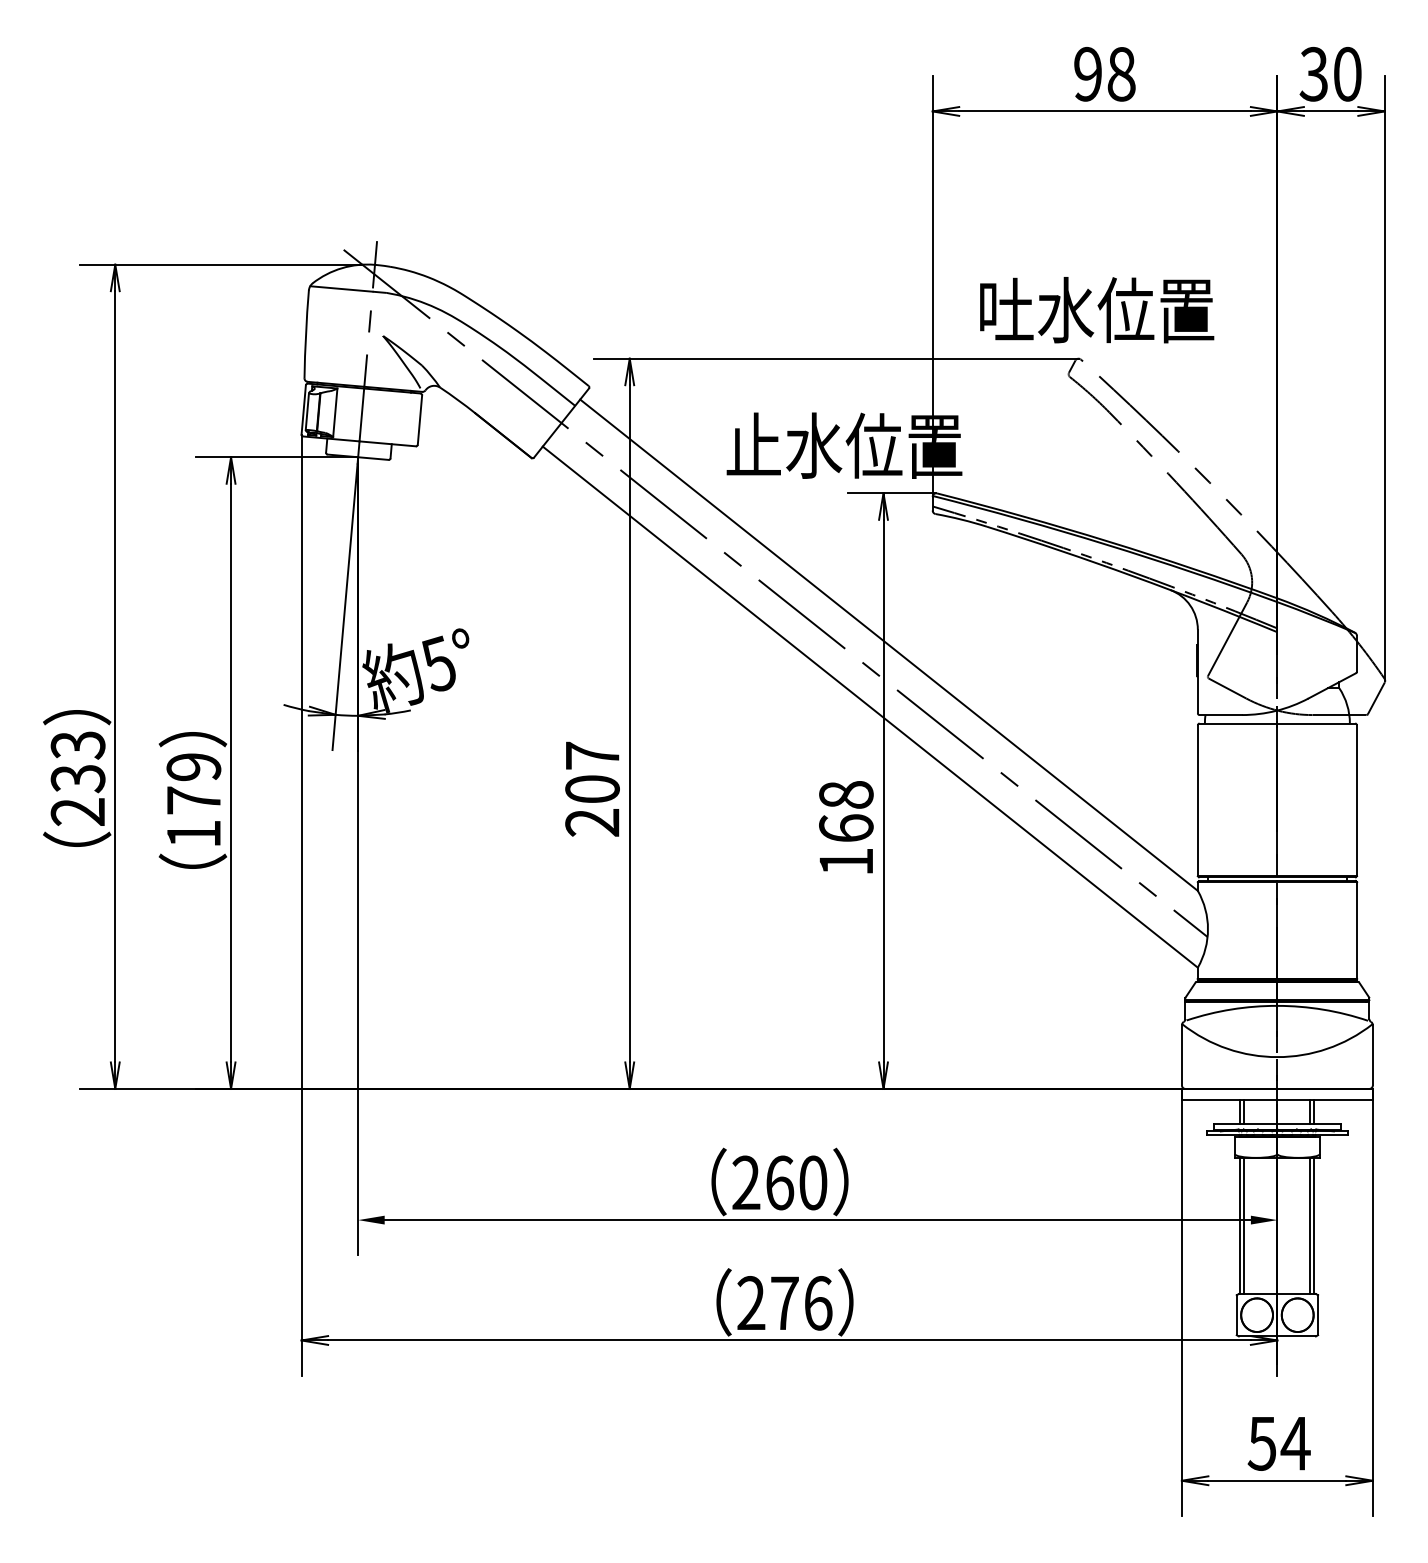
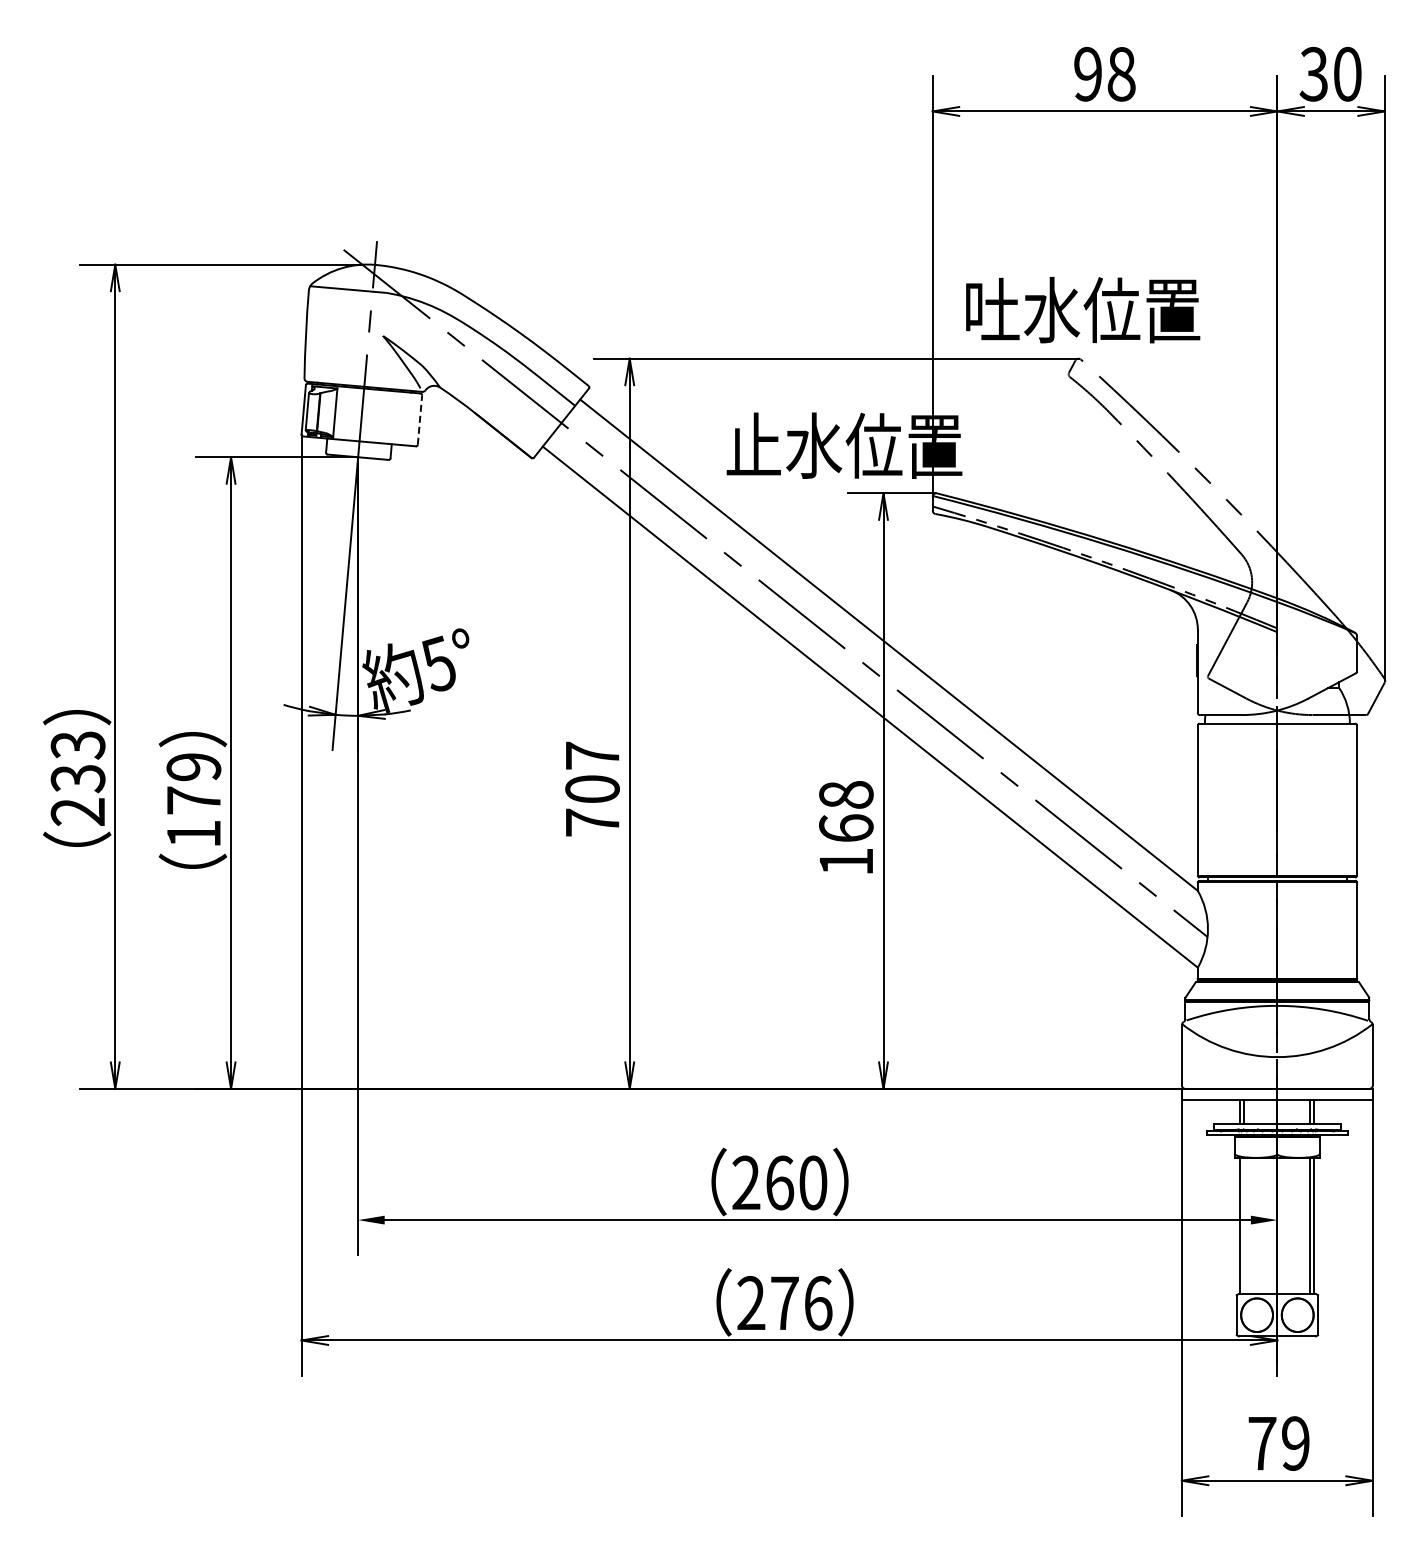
text at (1097, 310) position: (1097, 310) -> (1083, 310)
line at (419, 420): solid -> dashed
text at (592, 822): 207 -> 707
line at (1244, 1225): present -> none
text at (1278, 1443): 54 -> 79
